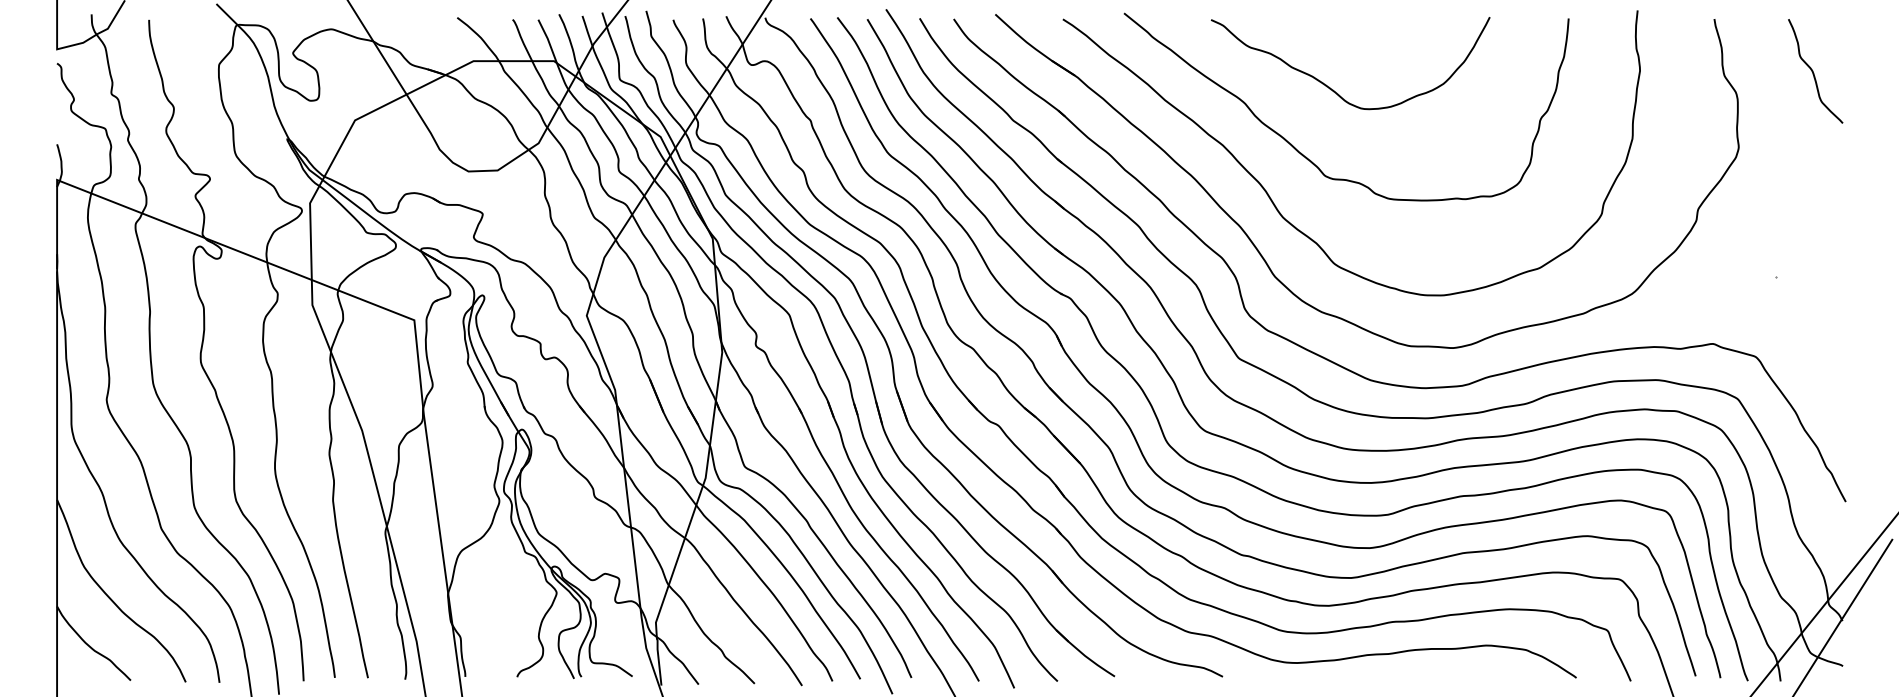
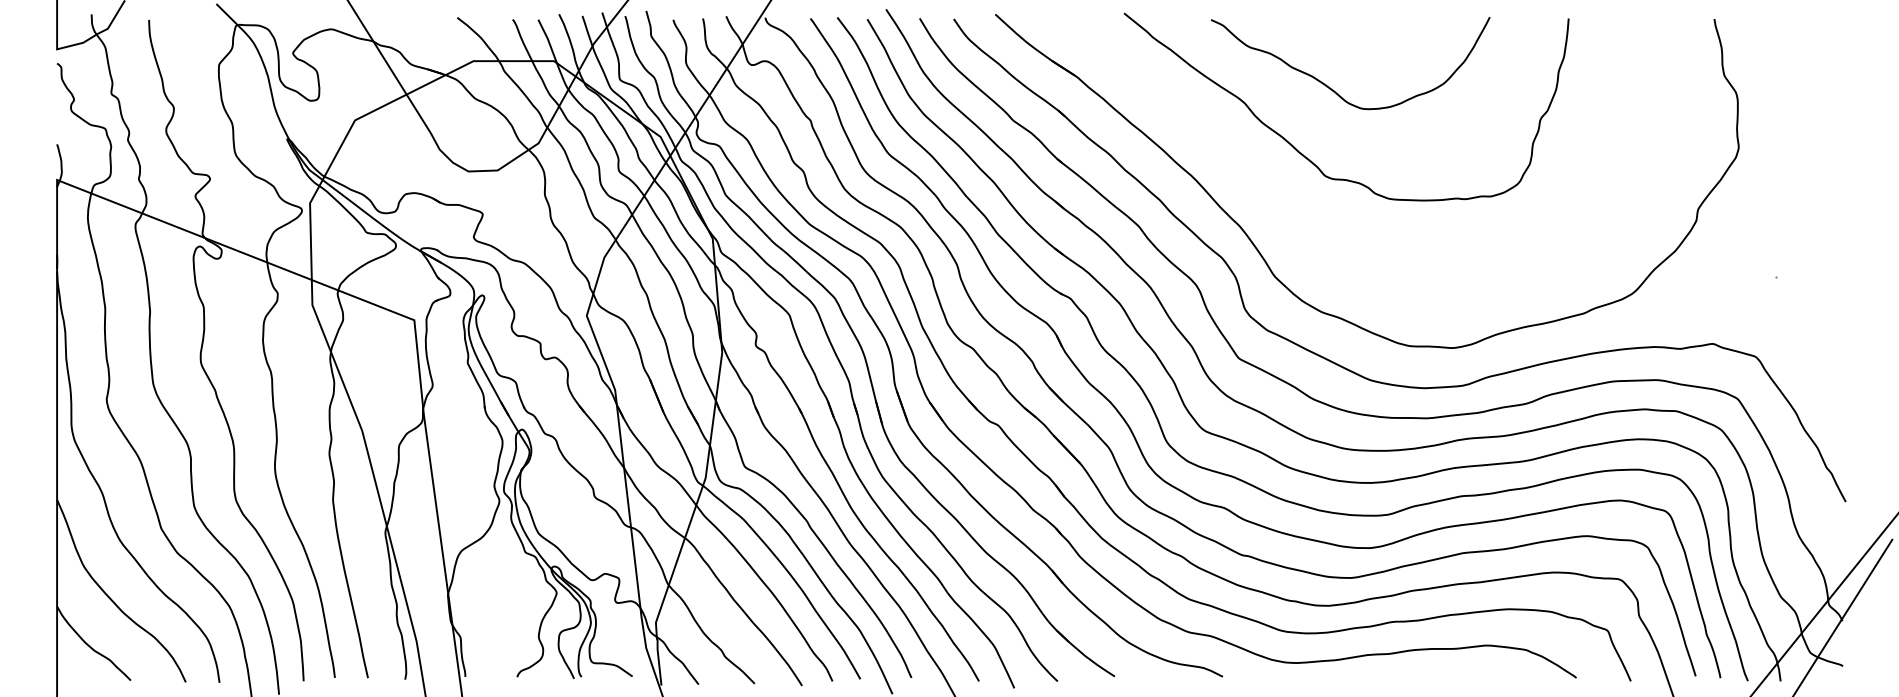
curve at (1813, 71): present -> none
curve at (1275, 204): present -> none
